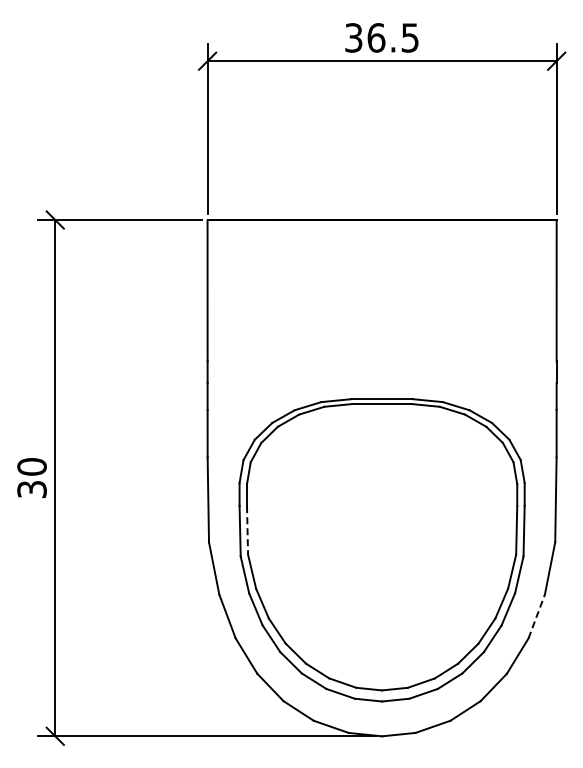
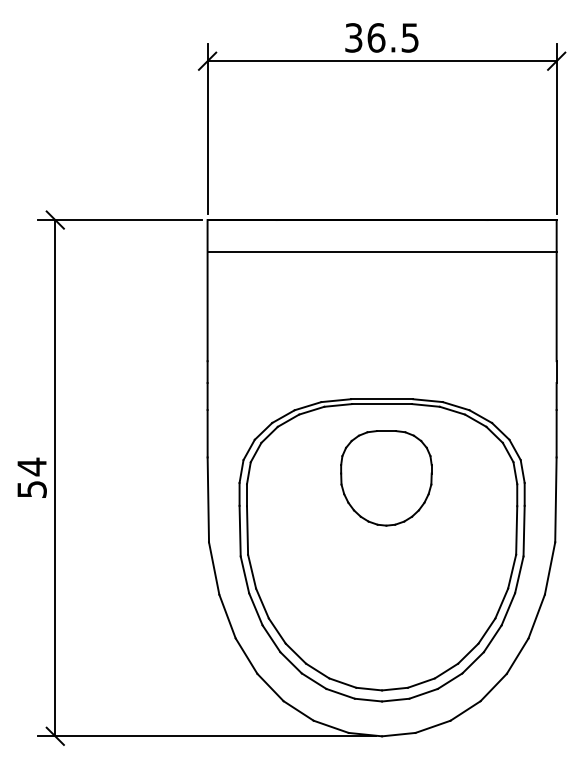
line at (381, 252): none -> present
text at (31, 477): 30 -> 54
part at (386, 478): none -> present
line at (247, 530): dashed -> solid
line at (536, 616): dashed -> solid
